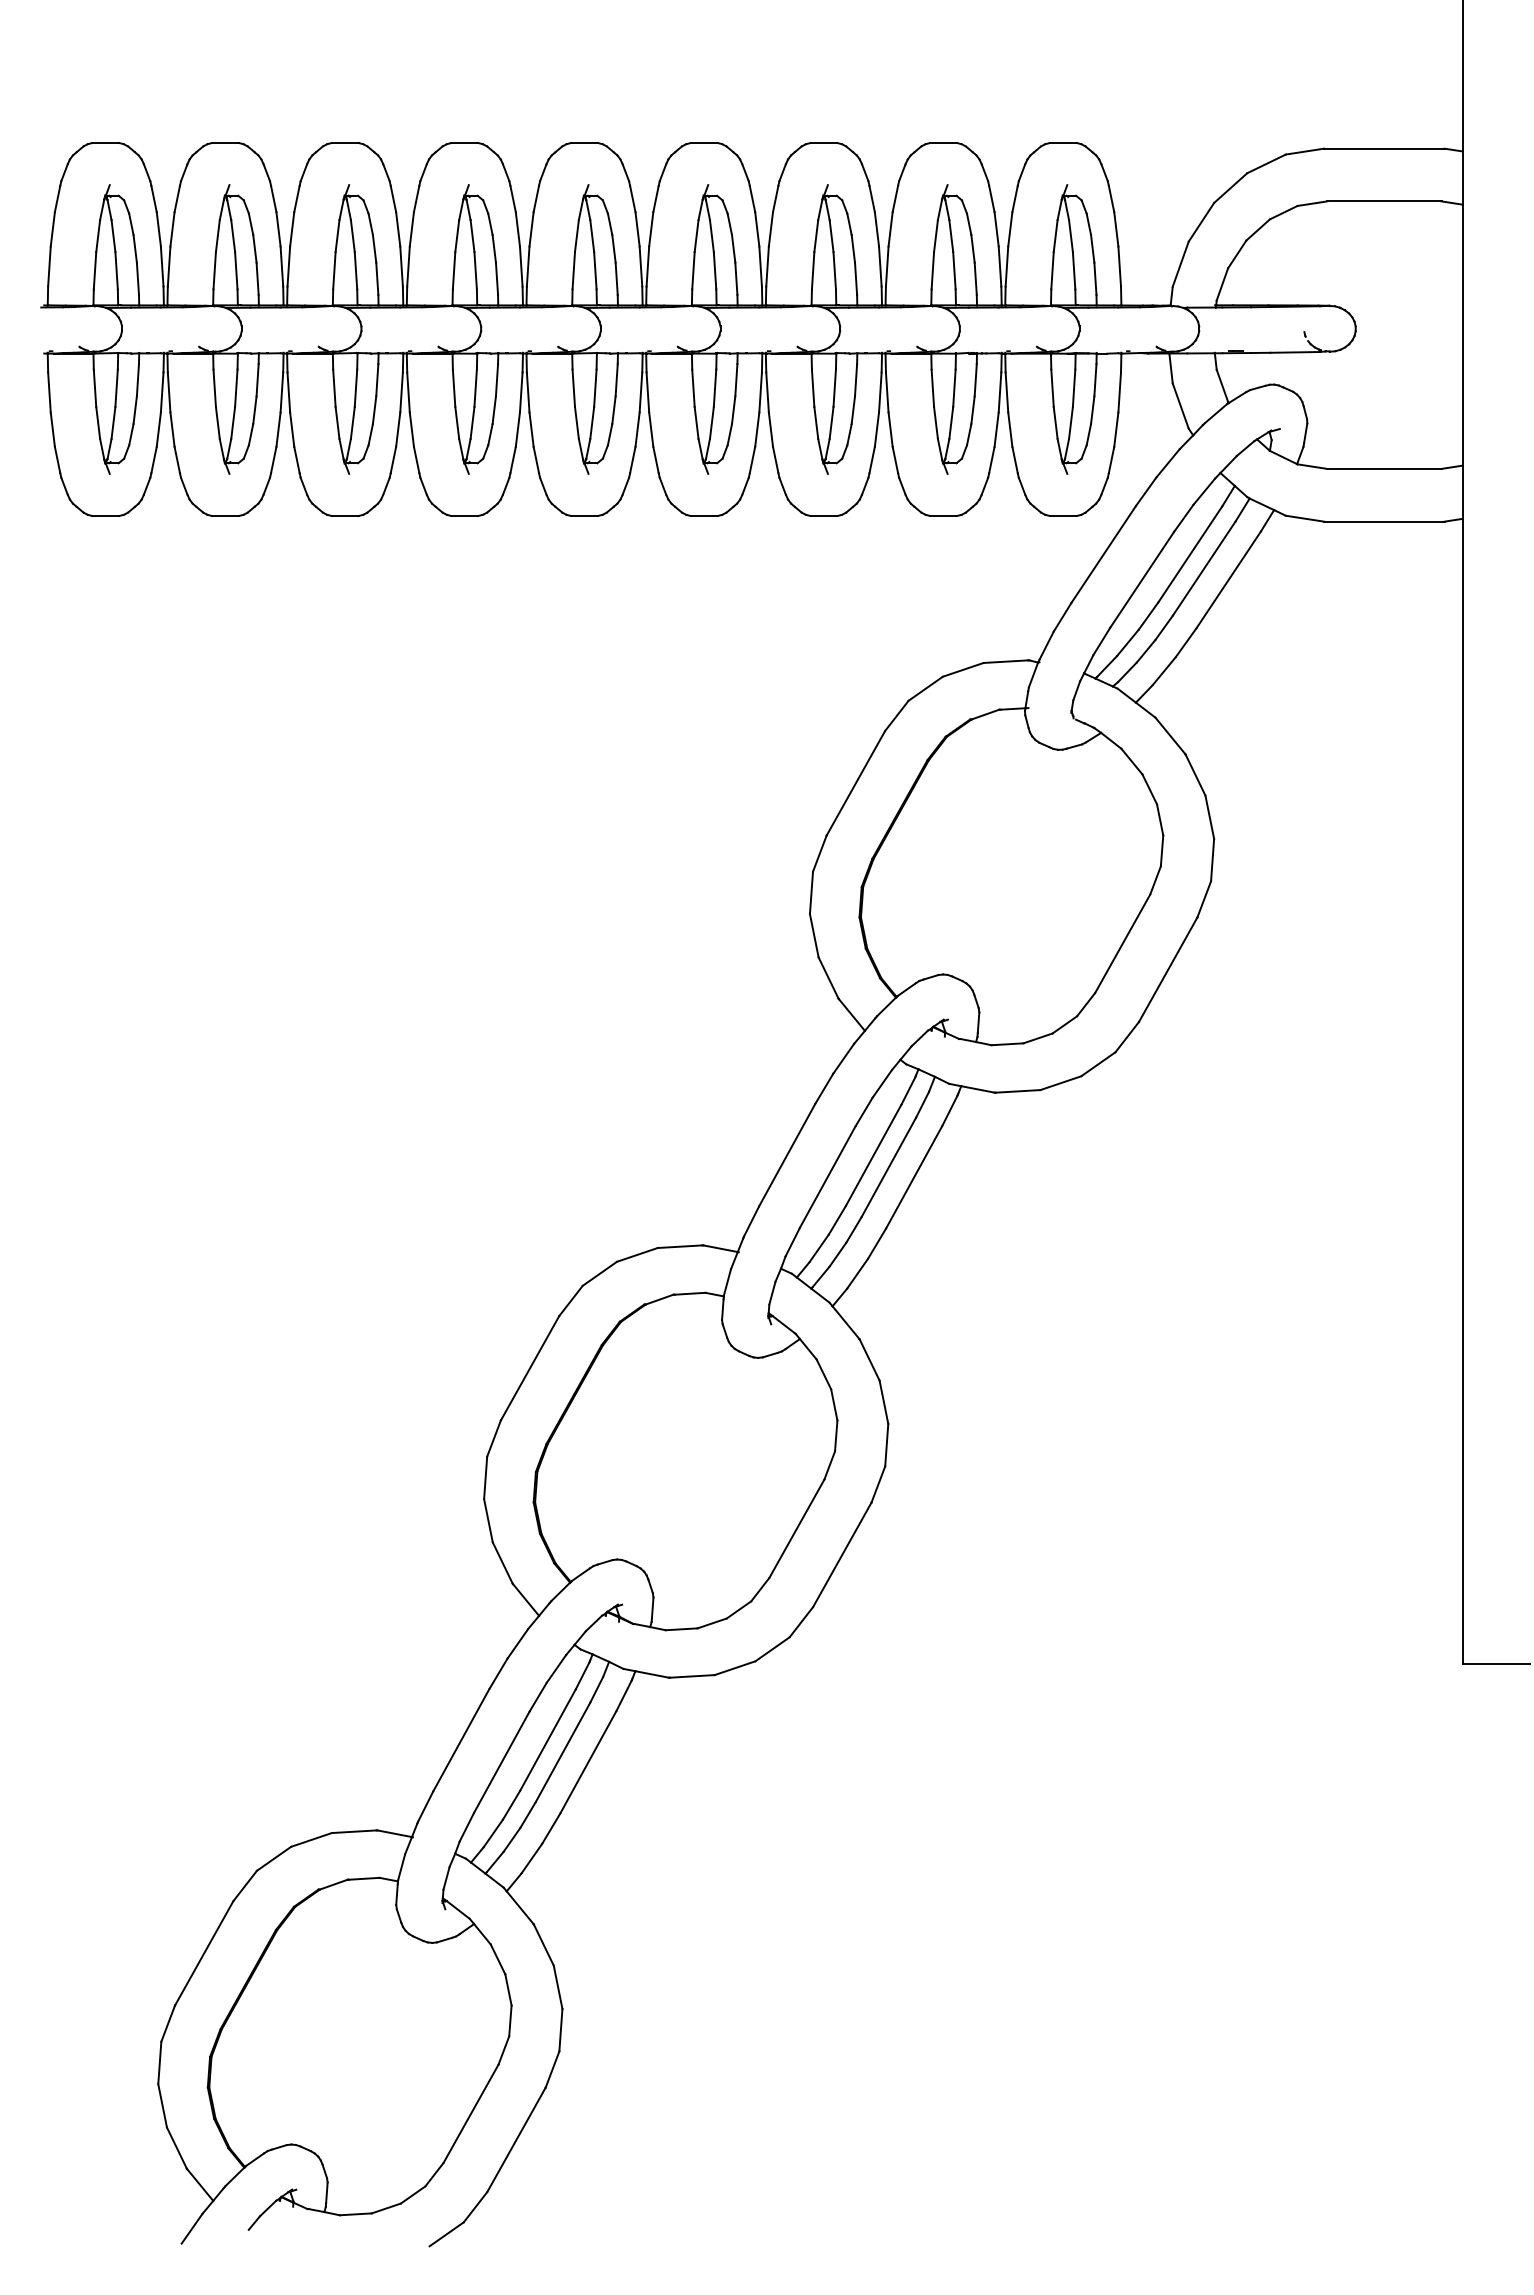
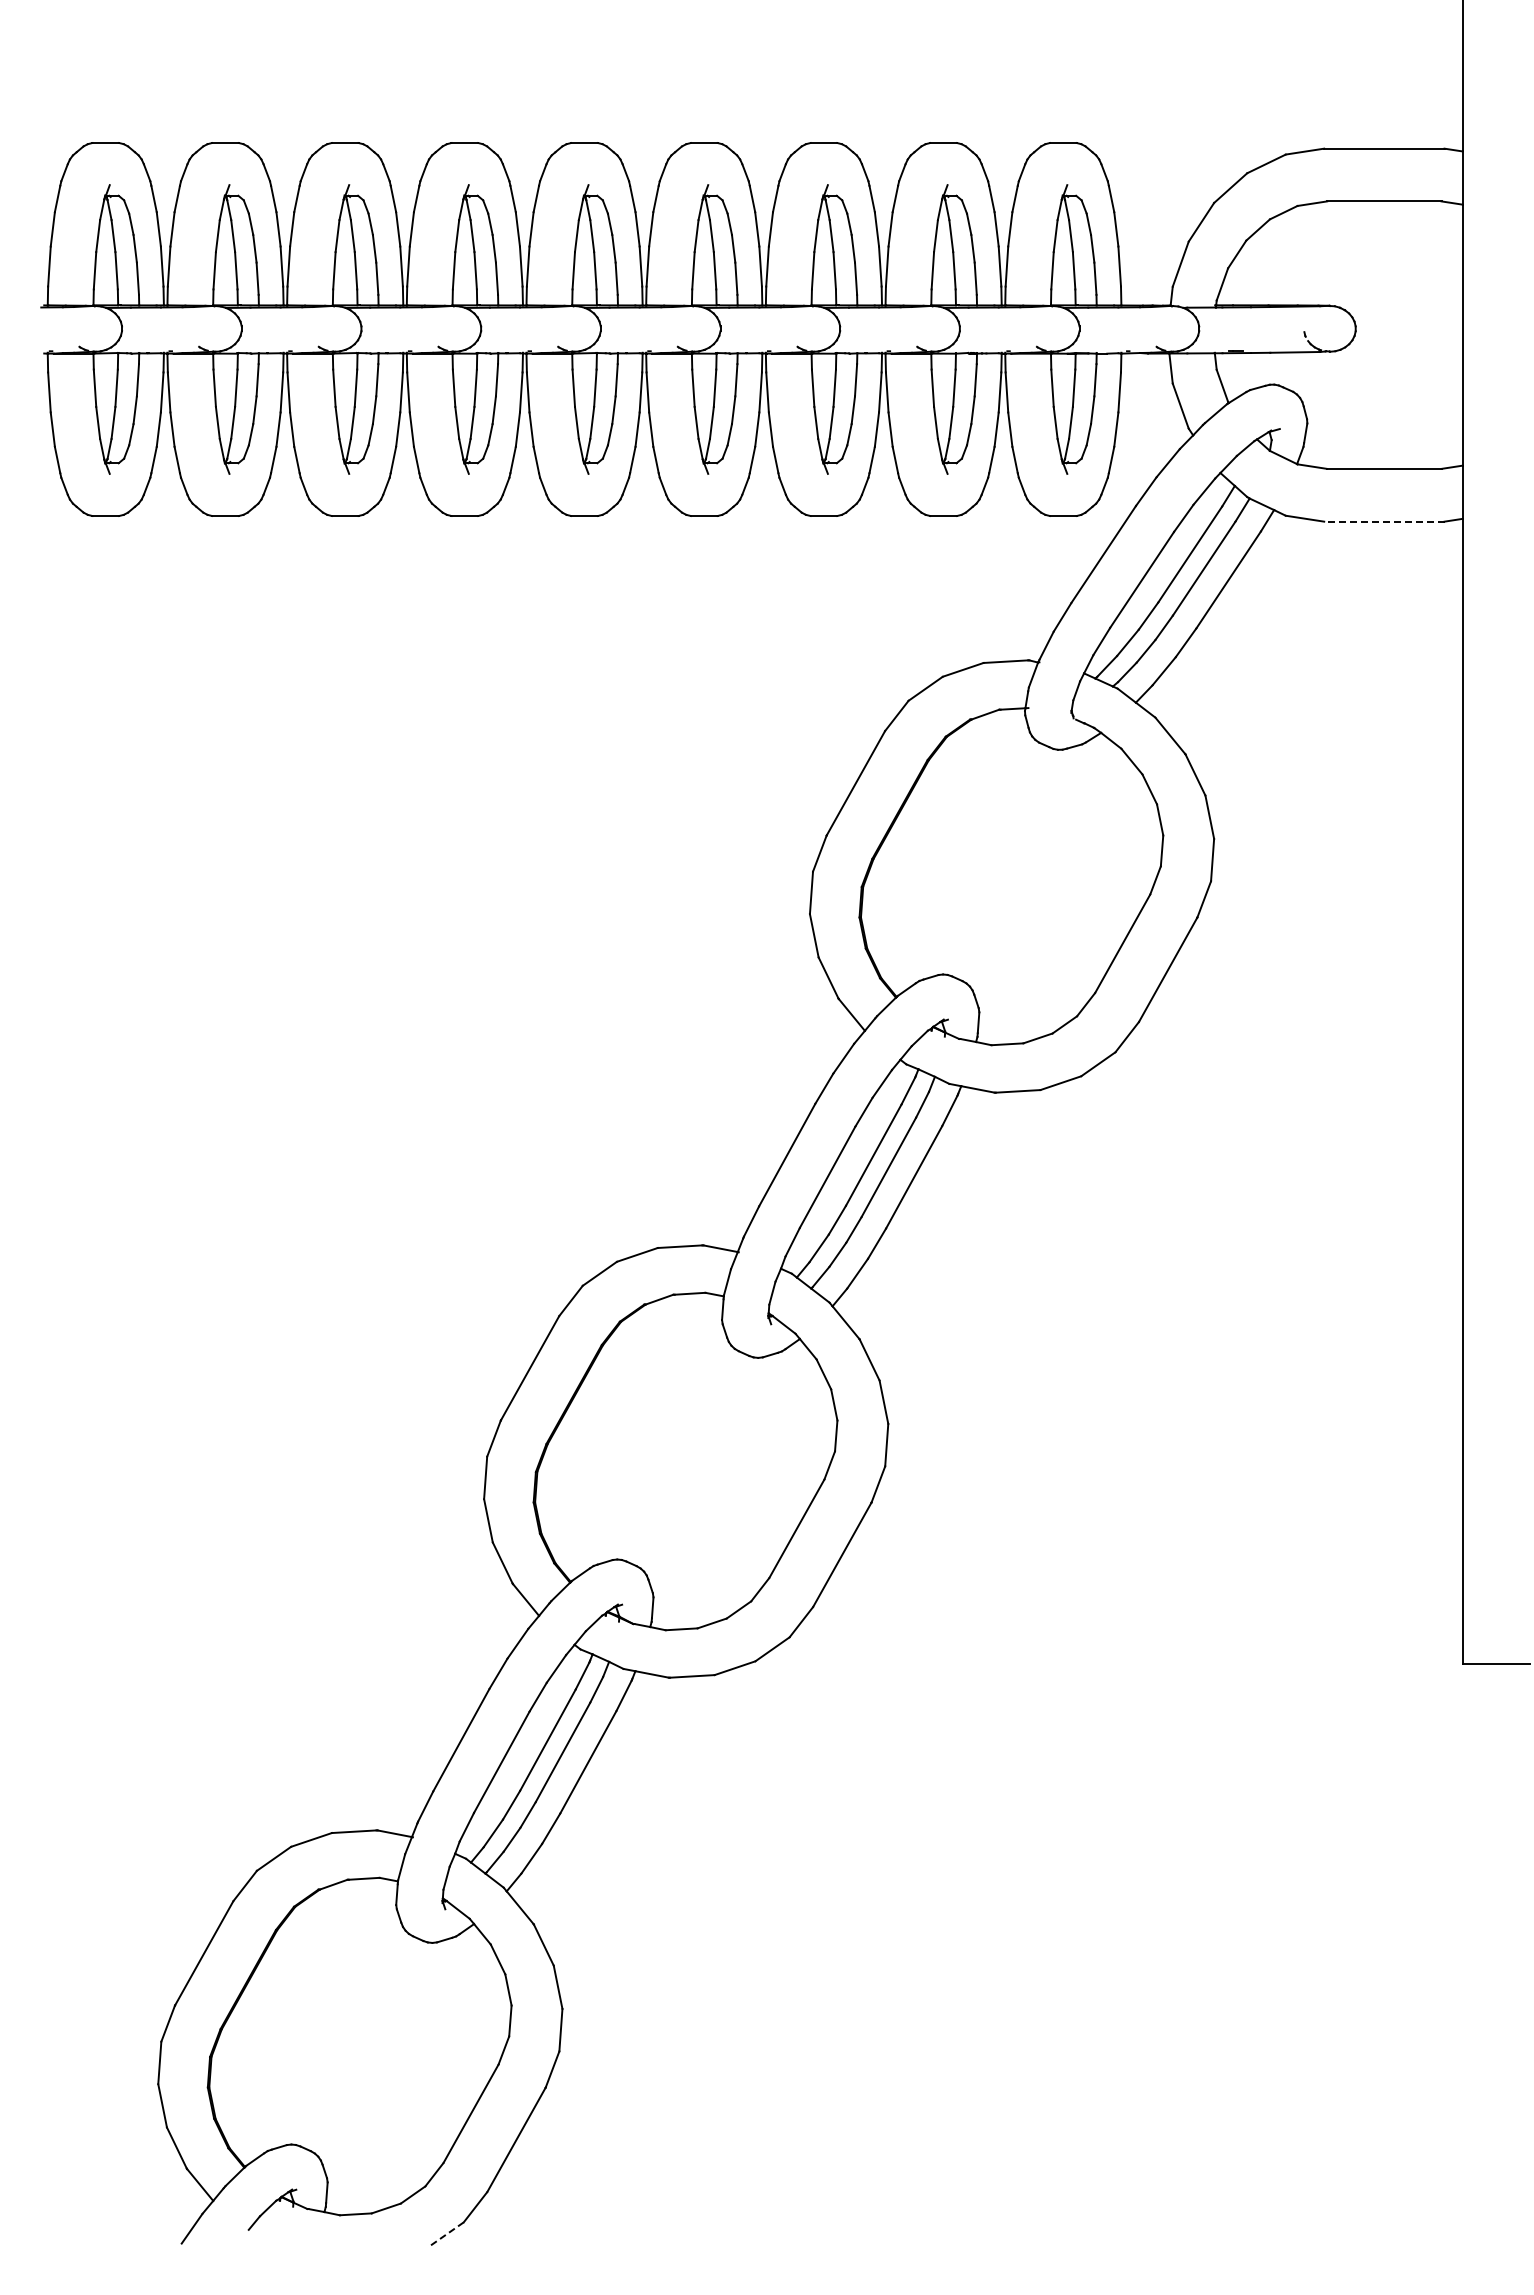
line at (1383, 521): solid -> dashed
line at (446, 2234): solid -> dashed
